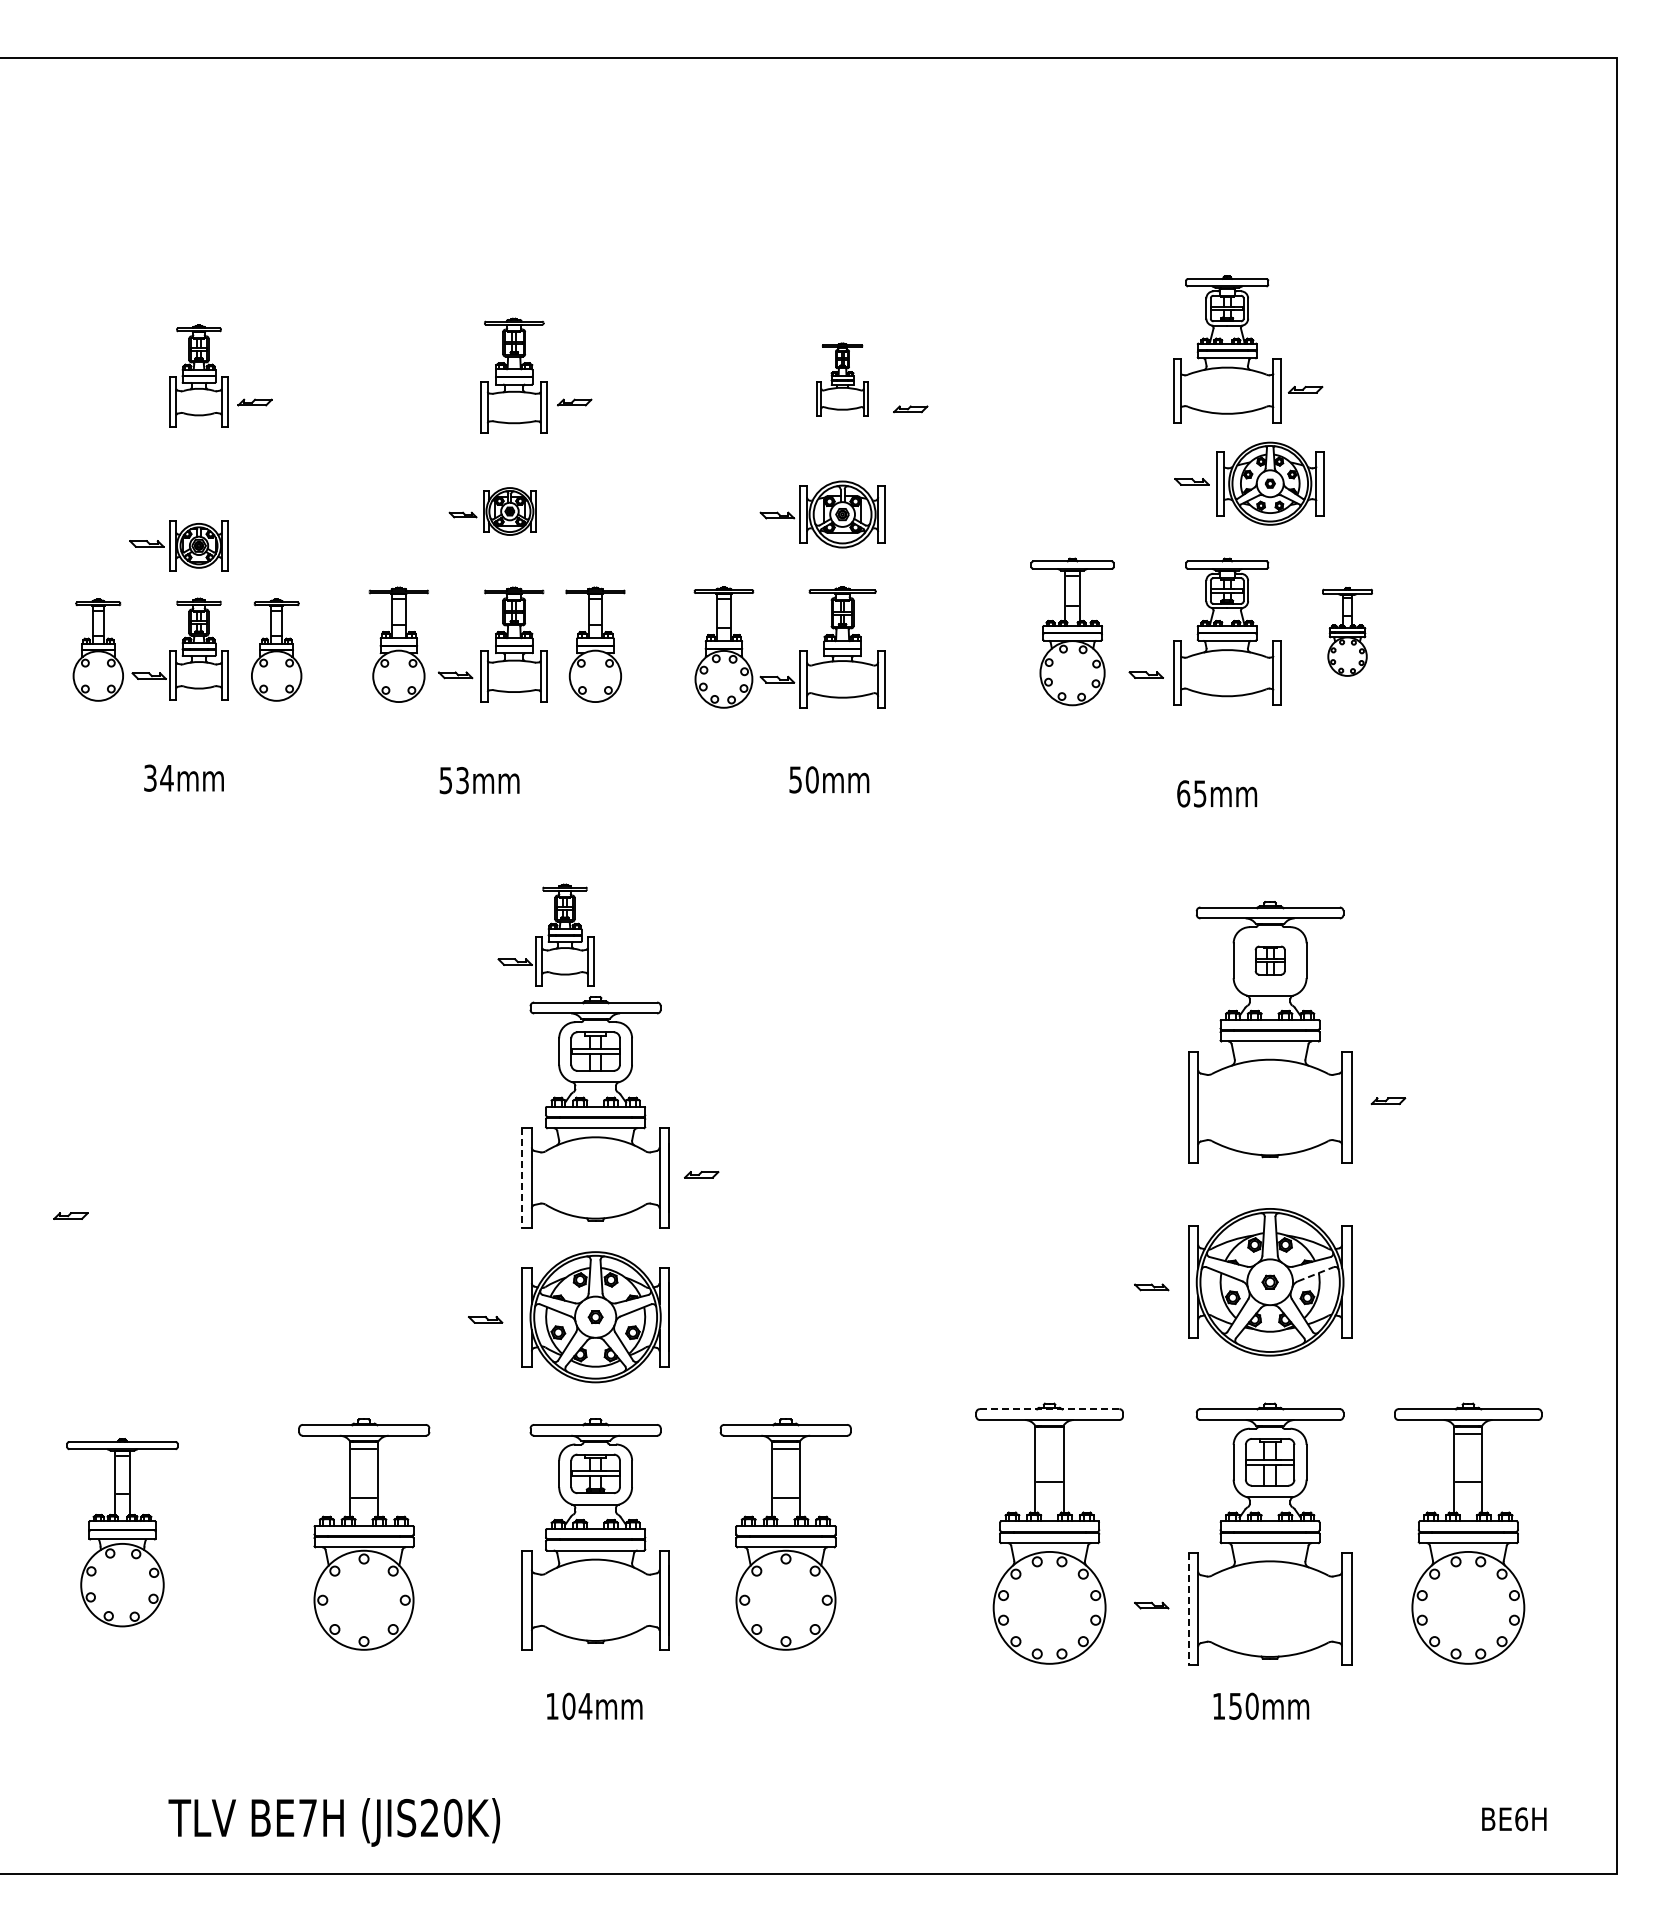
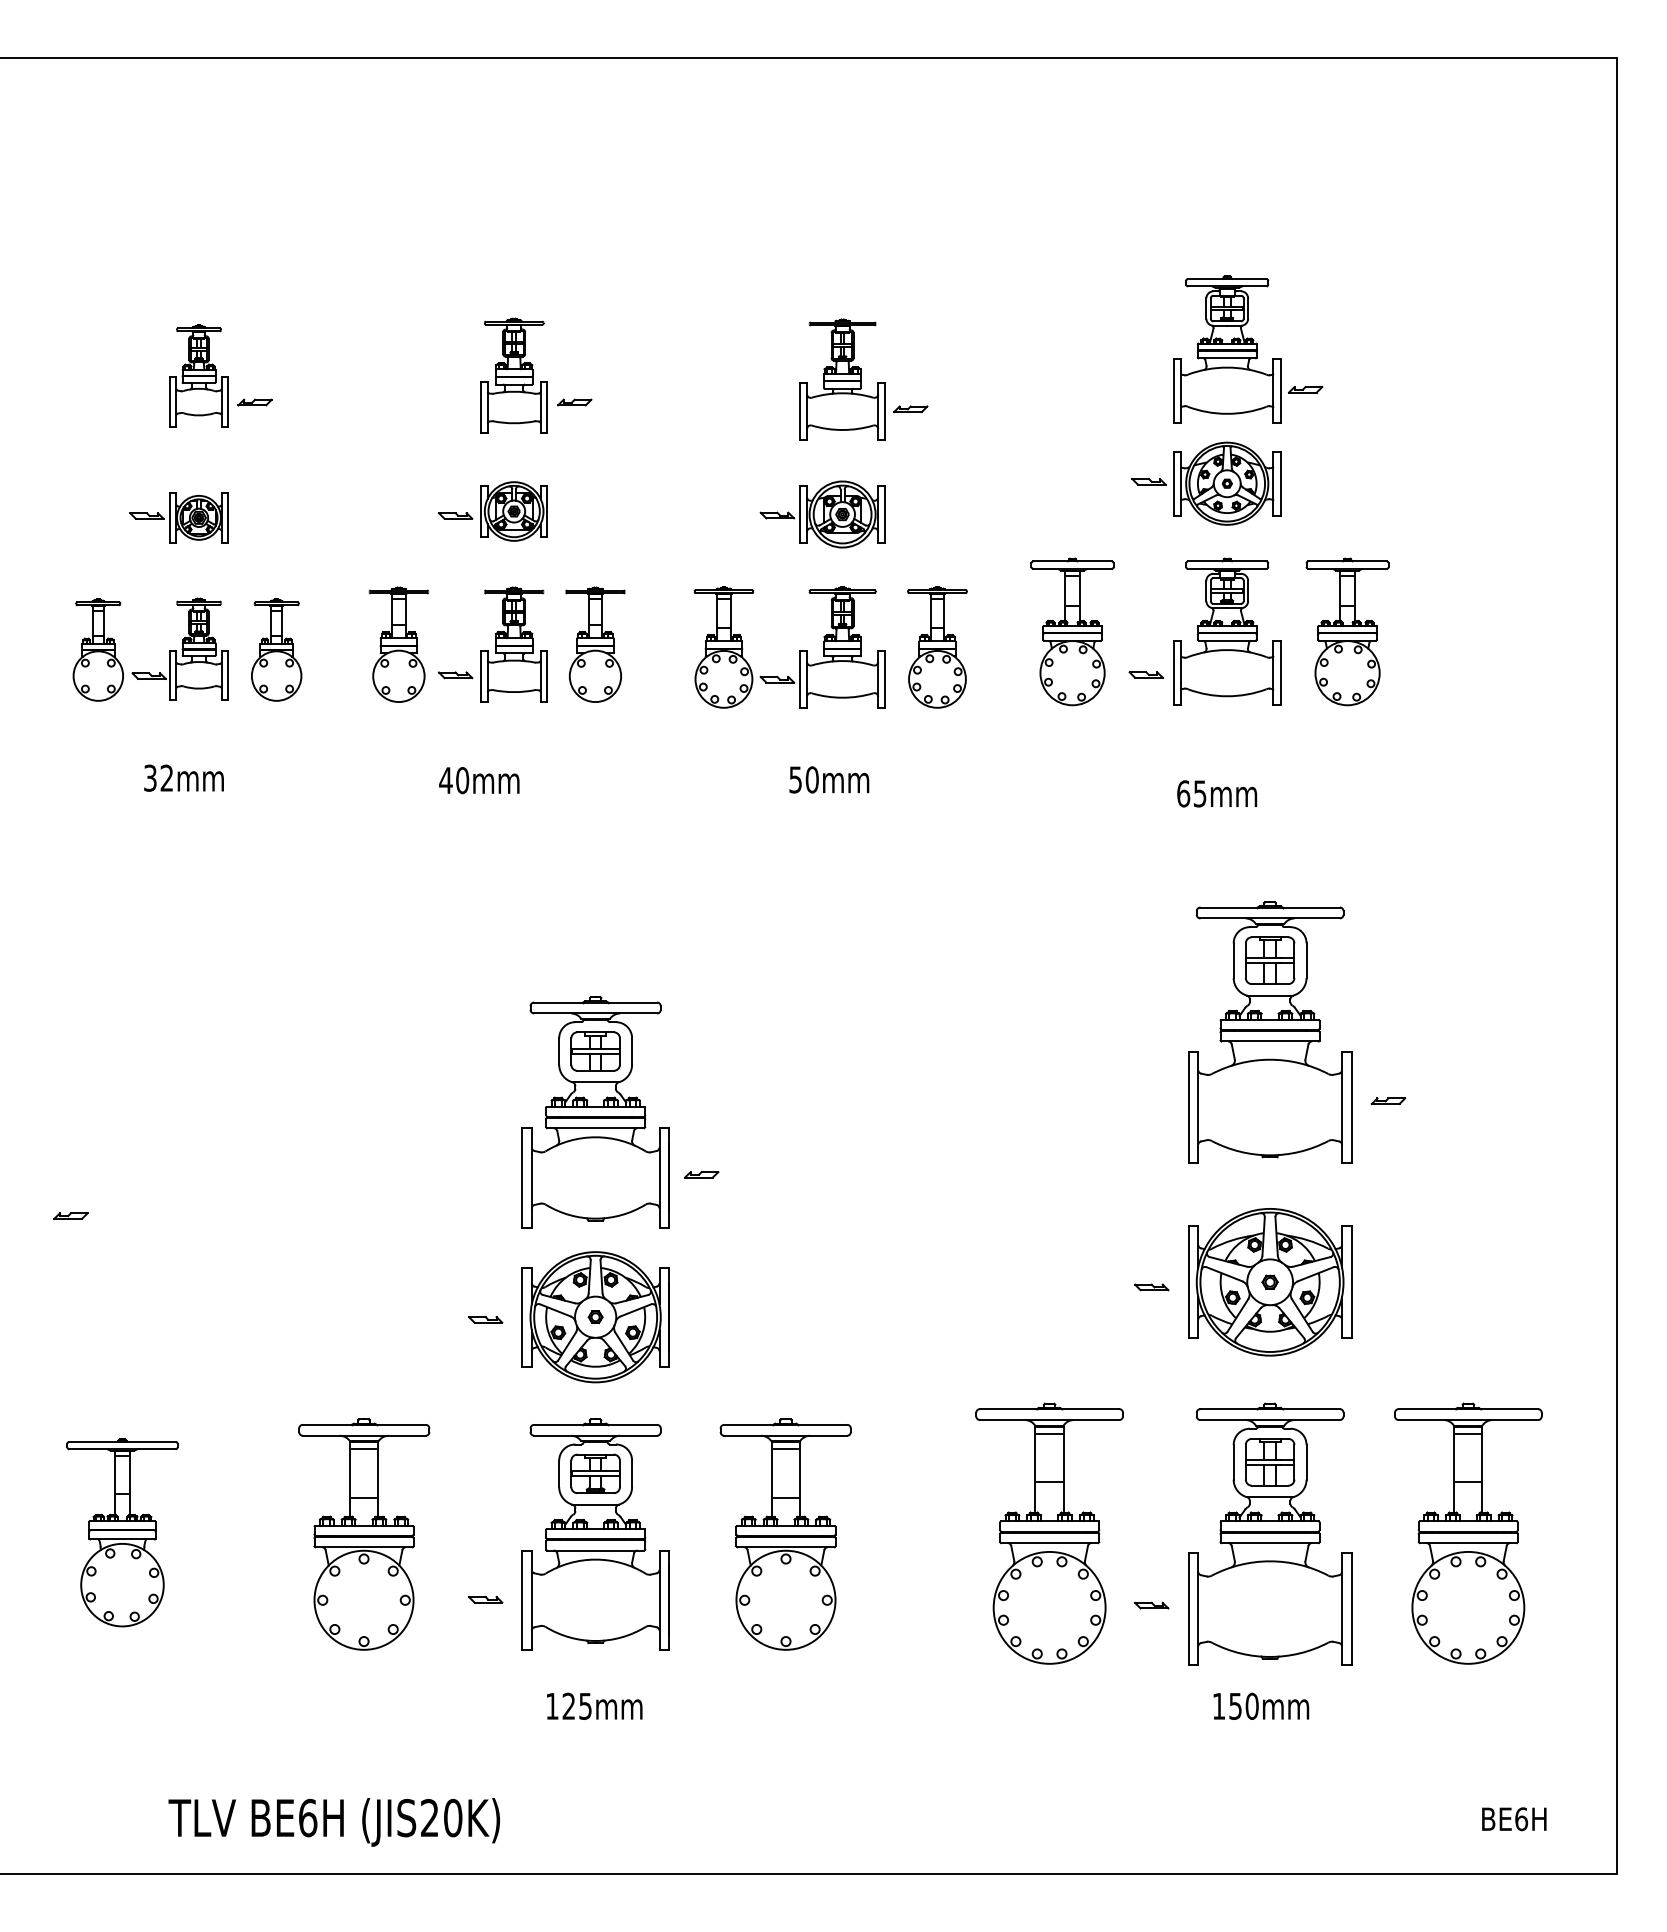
part at (842, 379) size: 53x75 px -> 87x123 px
part at (1249, 483) position: (1249, 483) -> (1206, 483)
part at (492, 511) size: 89x49 px -> 110x61 px
part at (178, 545) position: (178, 545) -> (178, 517)
part at (1347, 631) size: 51x90 px -> 85x150 px
part at (937, 647): none -> present
text at (166, 777): 34mm -> 32mm
text at (454, 780): 53mm -> 40mm
part at (545, 934): present -> none
part at (1269, 960) size: 32x31 px -> 51x49 px
line at (522, 1177): dashed -> solid
line at (1316, 1274): dashed -> solid
line at (1049, 1409): dashed -> solid
line at (1049, 1433): none -> present
part at (485, 1599): none -> present
line at (1188, 1609): dashed -> solid
text at (577, 1705): 104mm -> 125mm
text at (308, 1817): BE7H -> BE6H
